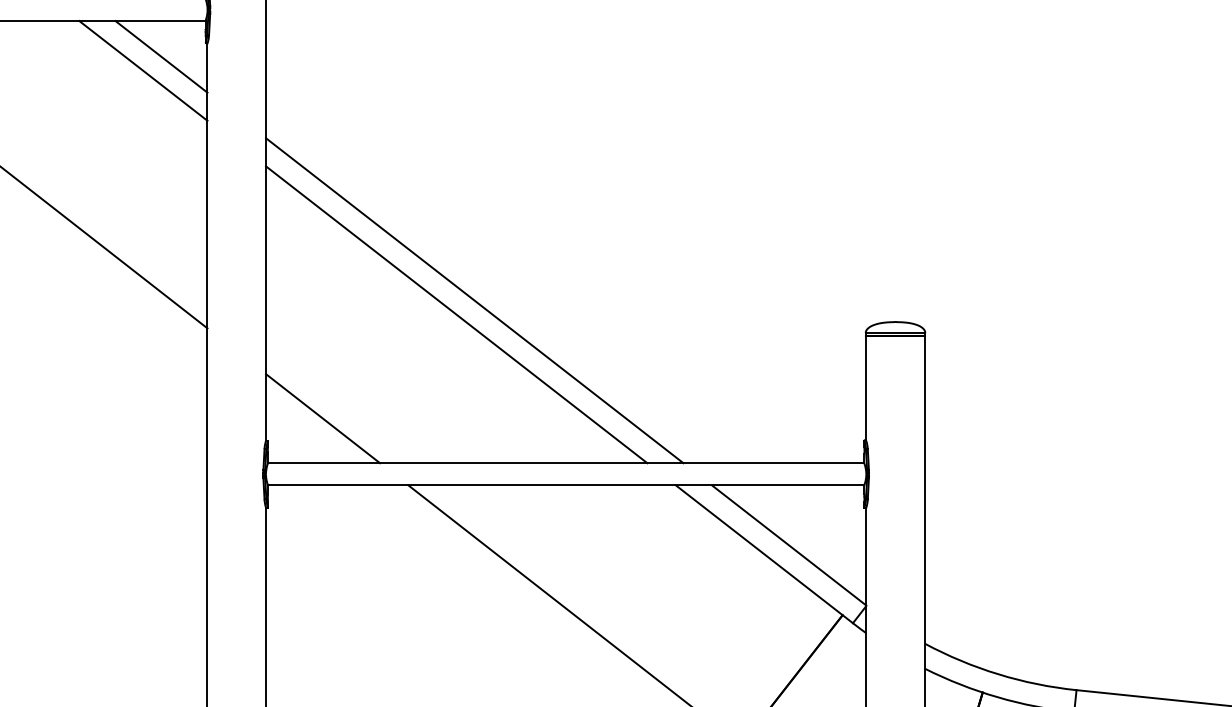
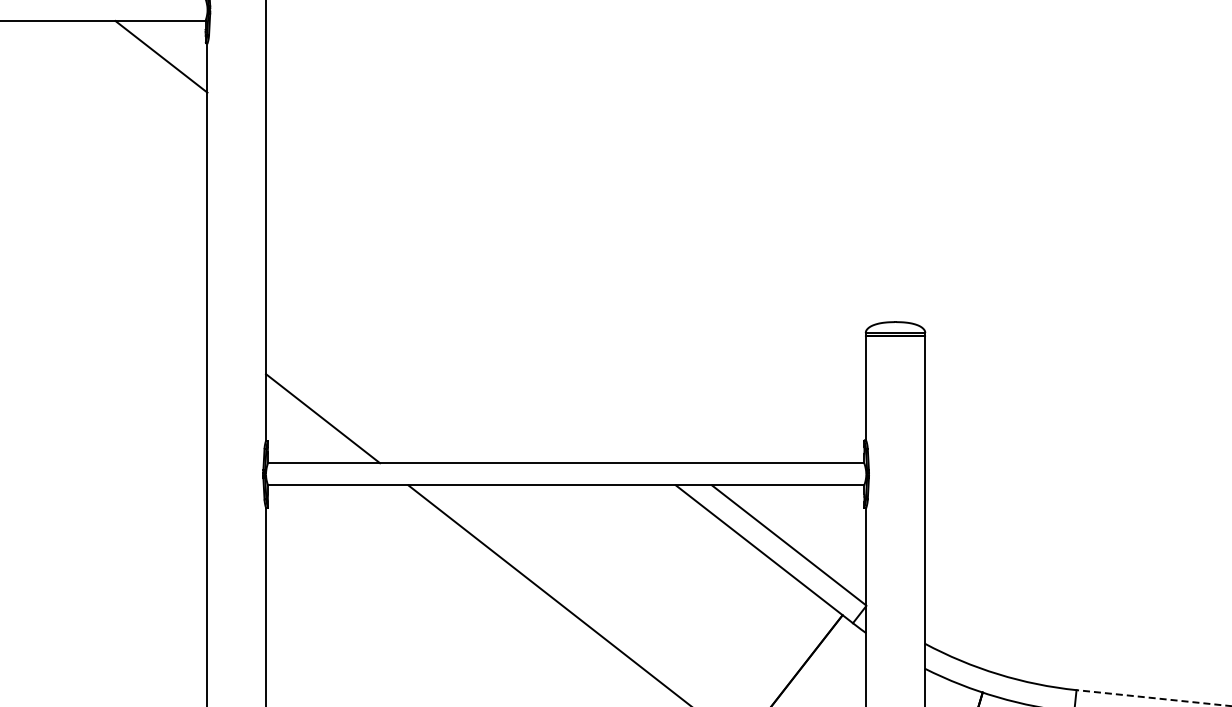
line at (143, 70): present -> none
line at (104, 248): present -> none
line at (474, 300): present -> none
line at (456, 314): present -> none
line at (1154, 698): solid -> dashed
